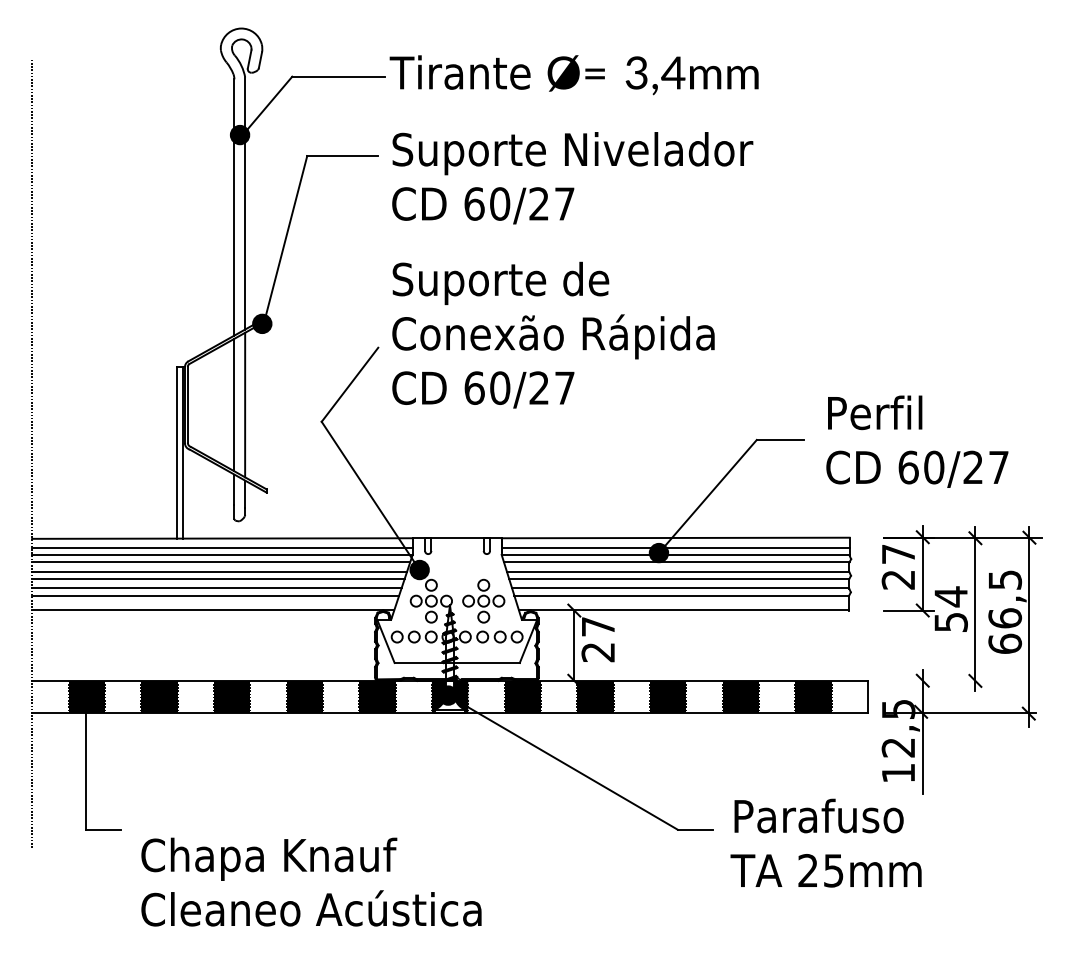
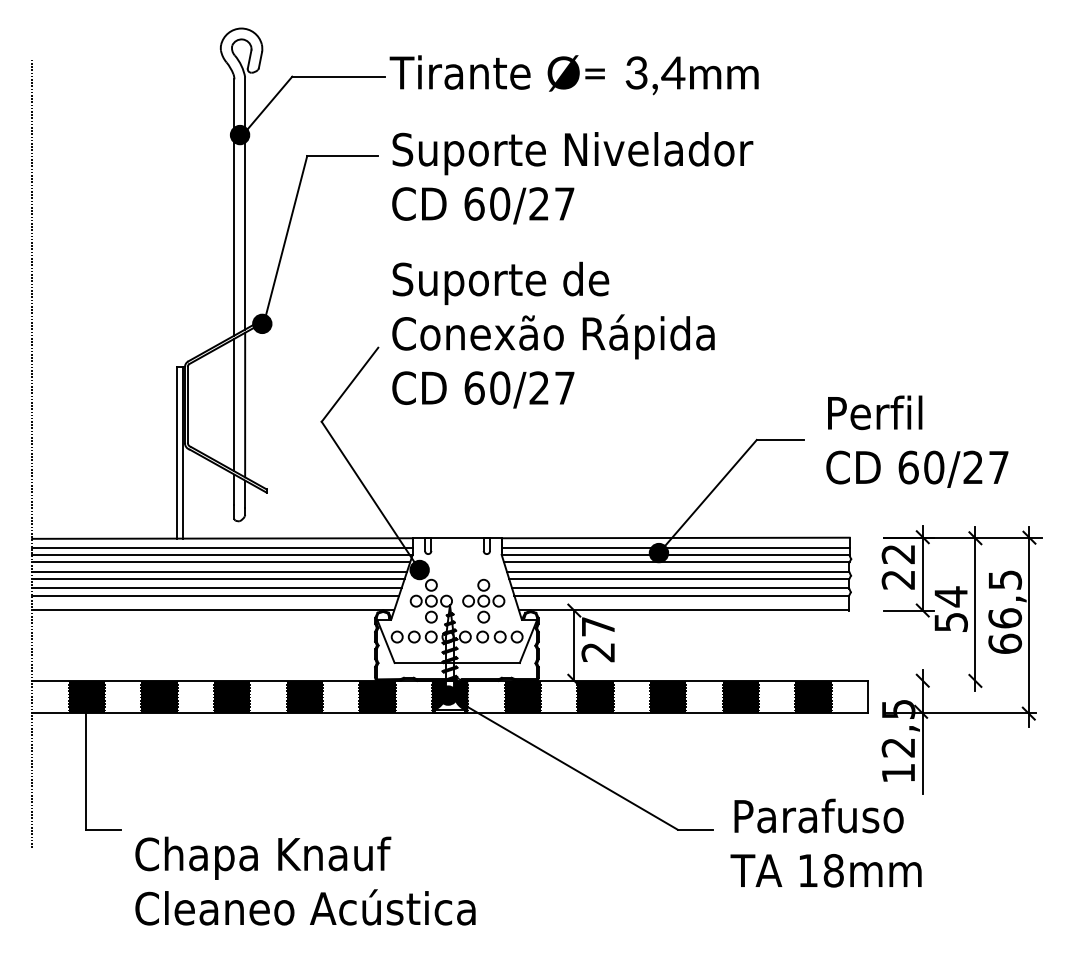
text at (897, 554): 27 -> 22
text at (820, 870): 25mm -> 18mm
text at (311, 881) position: (311, 881) -> (305, 880)
